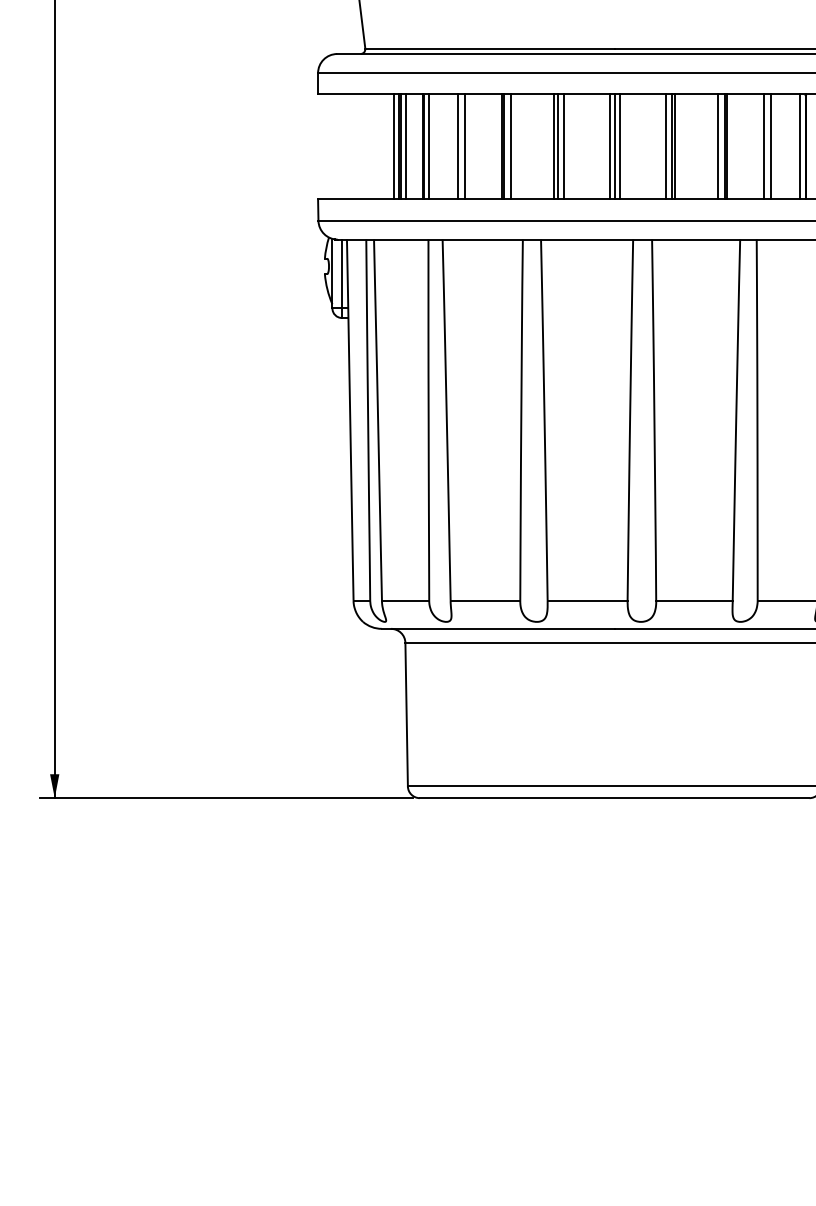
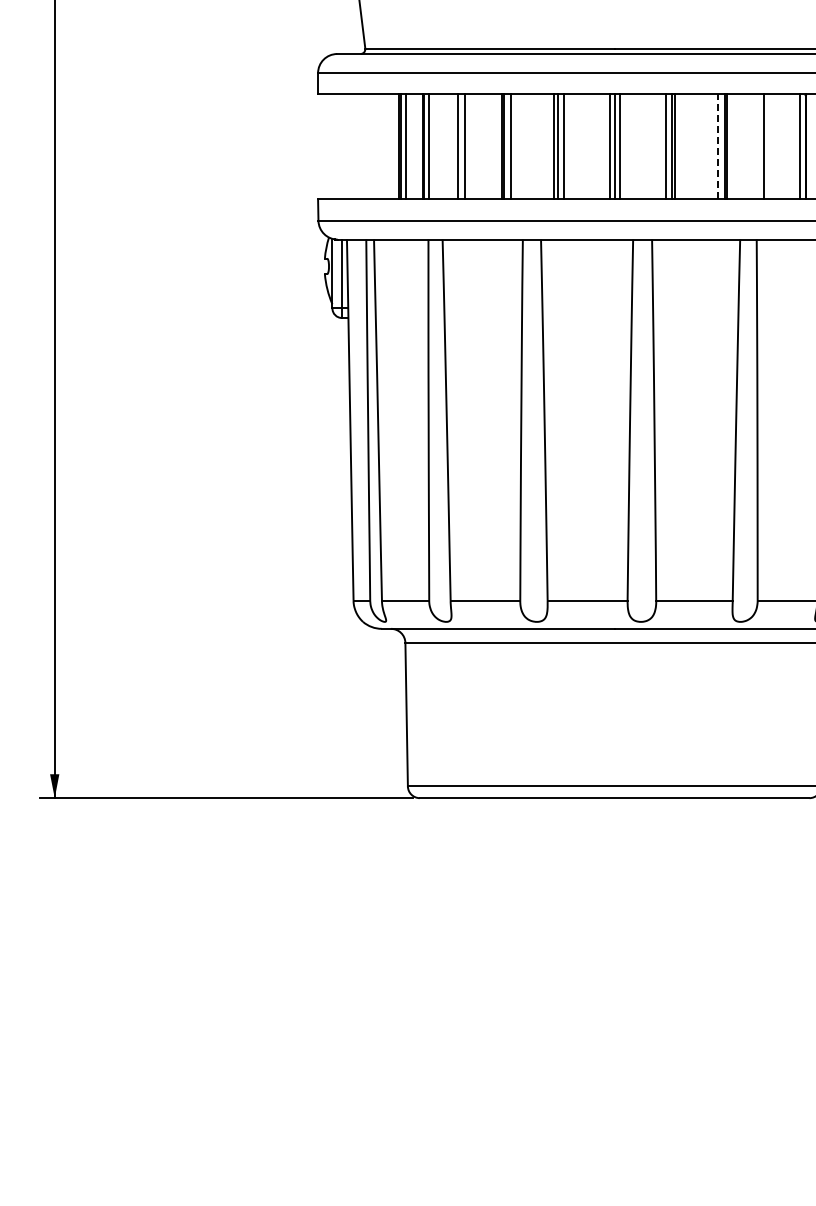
line at (393, 146): present -> none
line at (718, 146): solid -> dashed
line at (770, 146): present -> none
